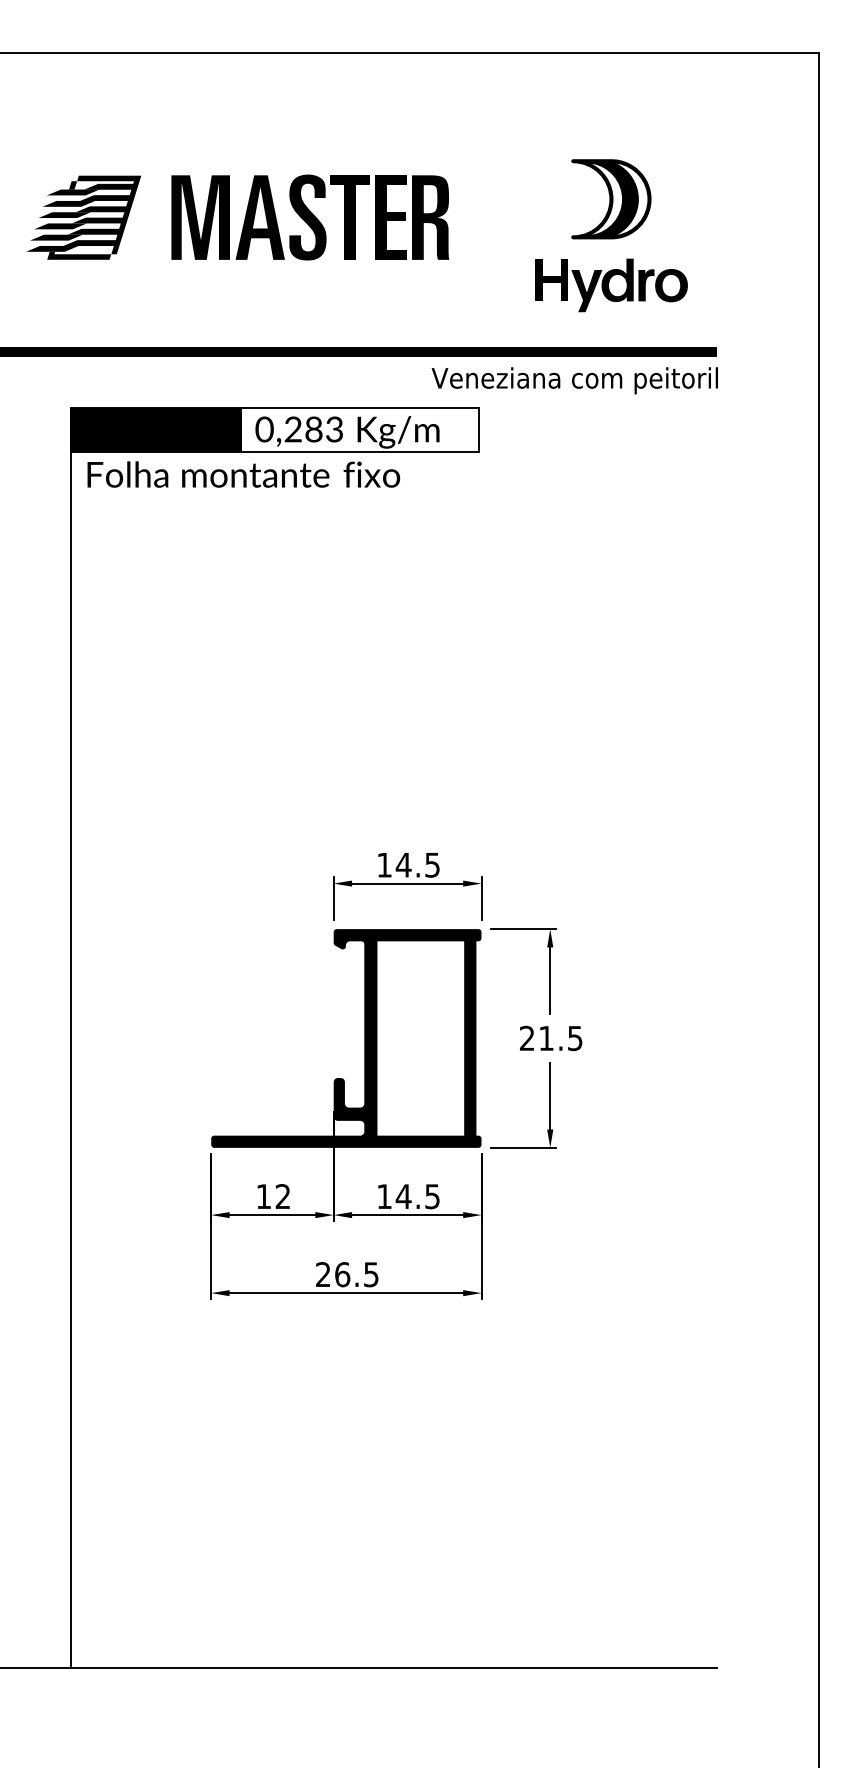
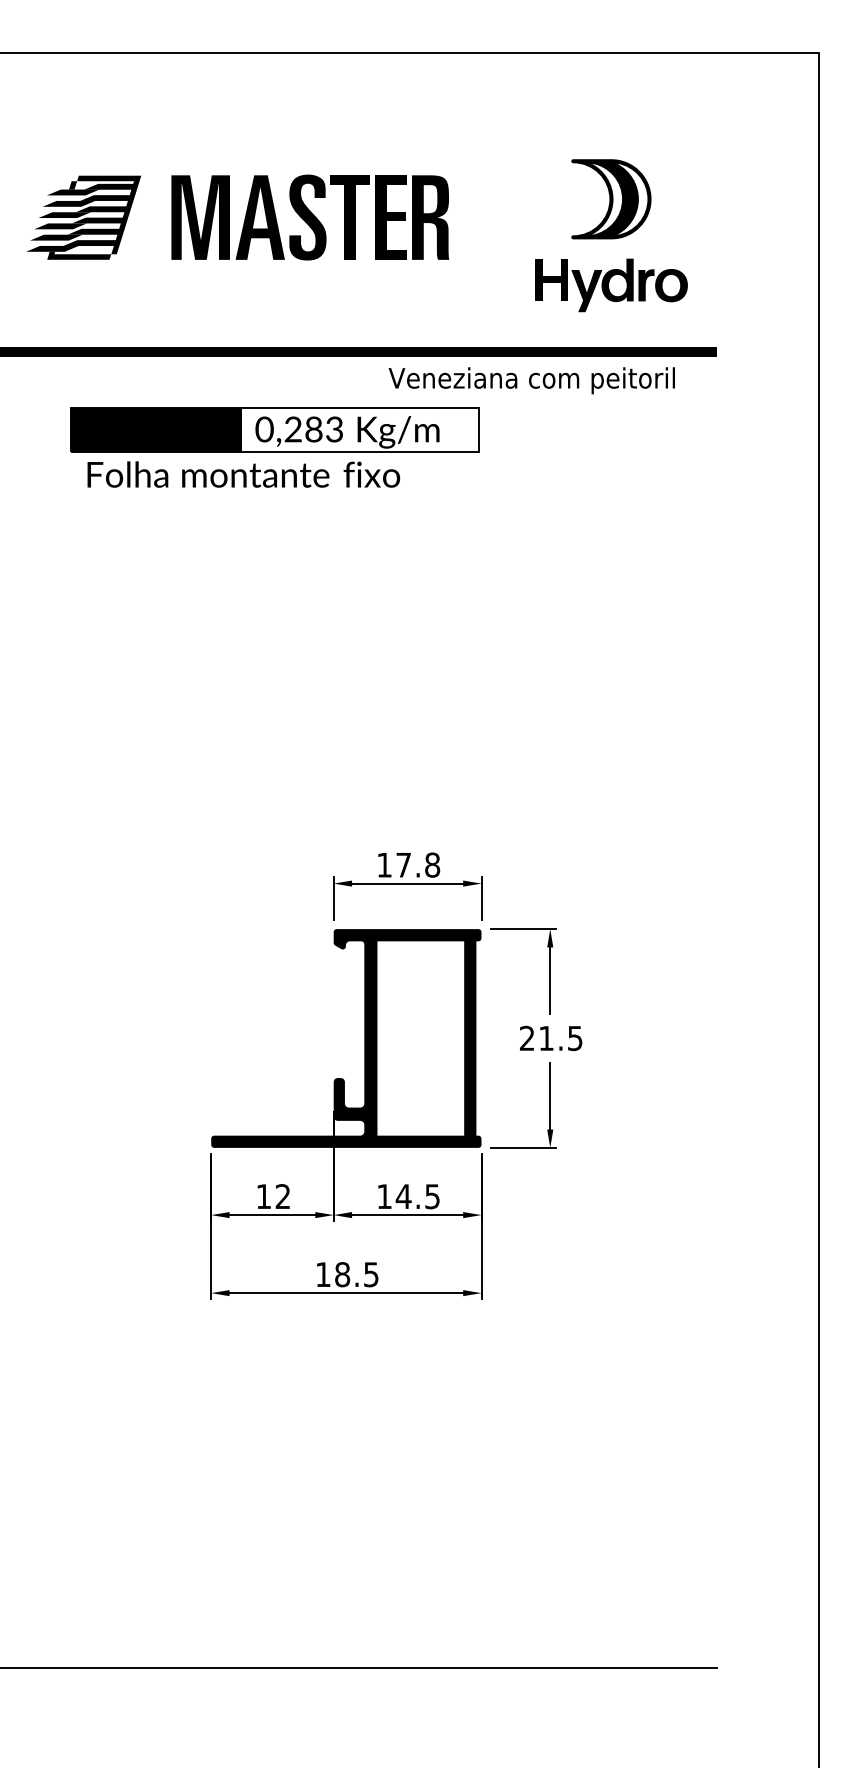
text at (574, 380) position: (574, 380) -> (531, 380)
text at (417, 864): 14.5 -> 17.8
line at (70, 1037): present -> none
text at (333, 1274): 26.5 -> 18.5
